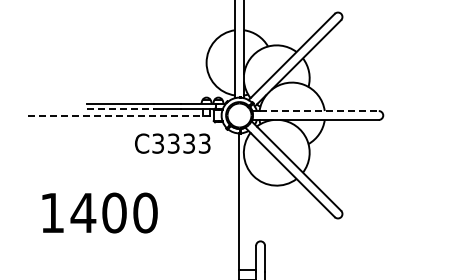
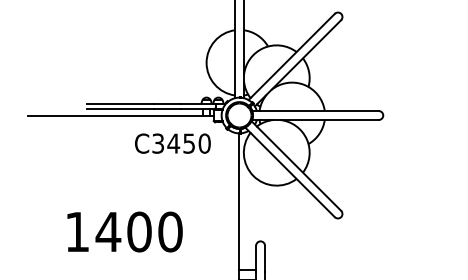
line at (120, 108): dashed -> solid
line at (320, 111): dashed -> solid
line at (121, 115): dashed -> solid
text at (188, 143): C3333 -> C3450
text at (99, 212) position: (99, 212) -> (124, 231)
